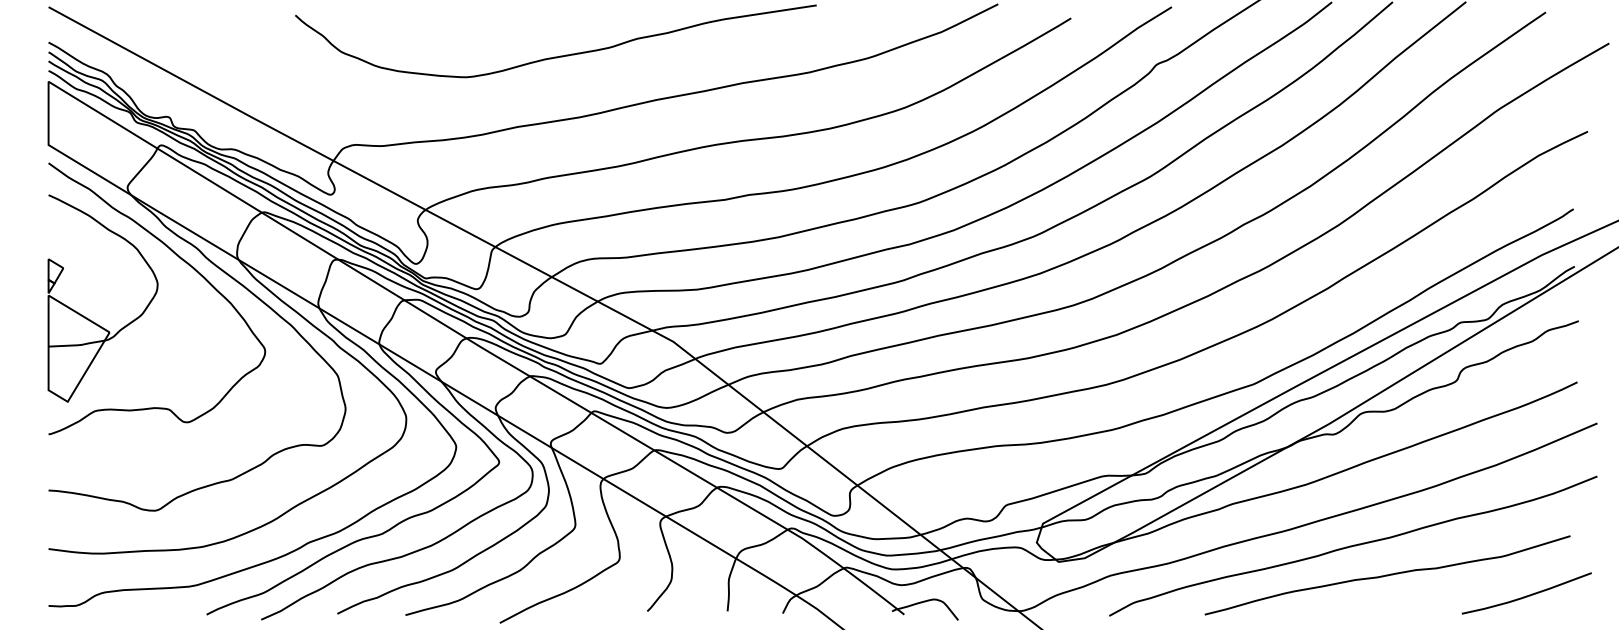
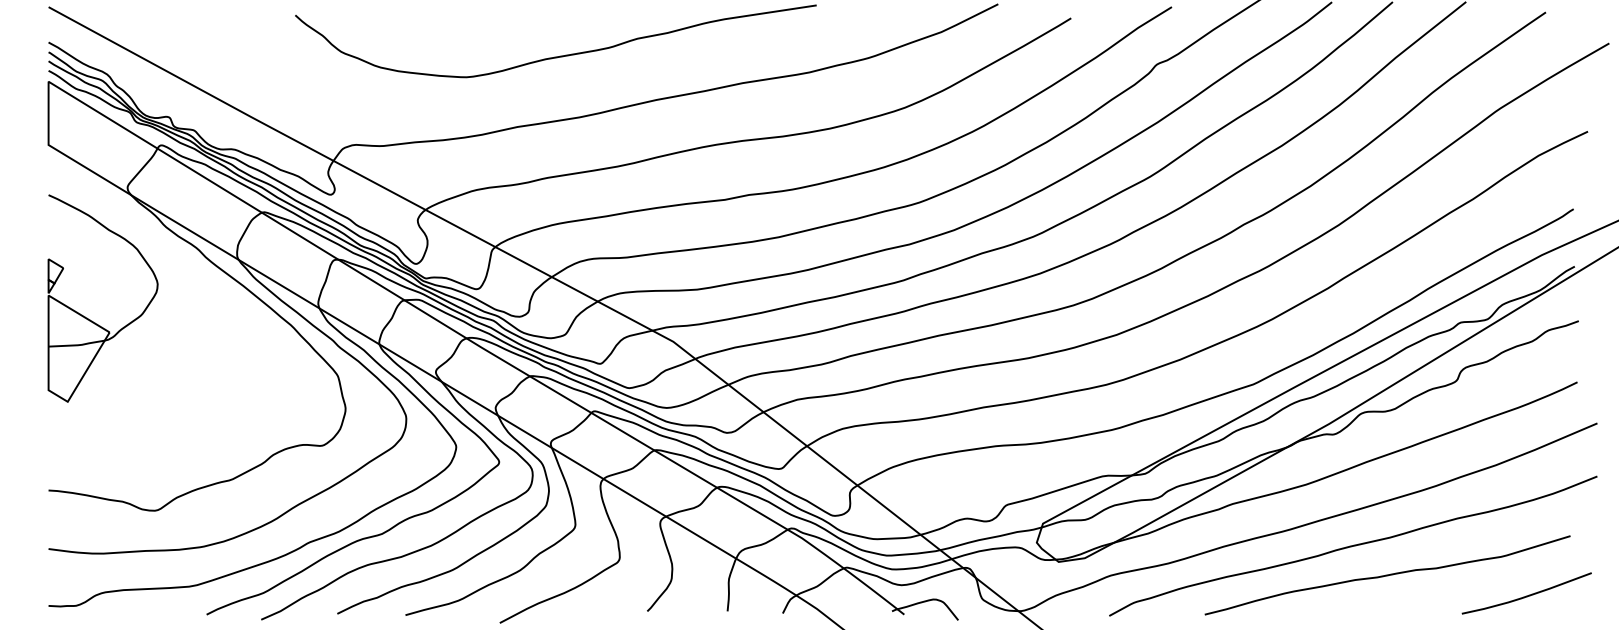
curve at (184, 262): present -> none
